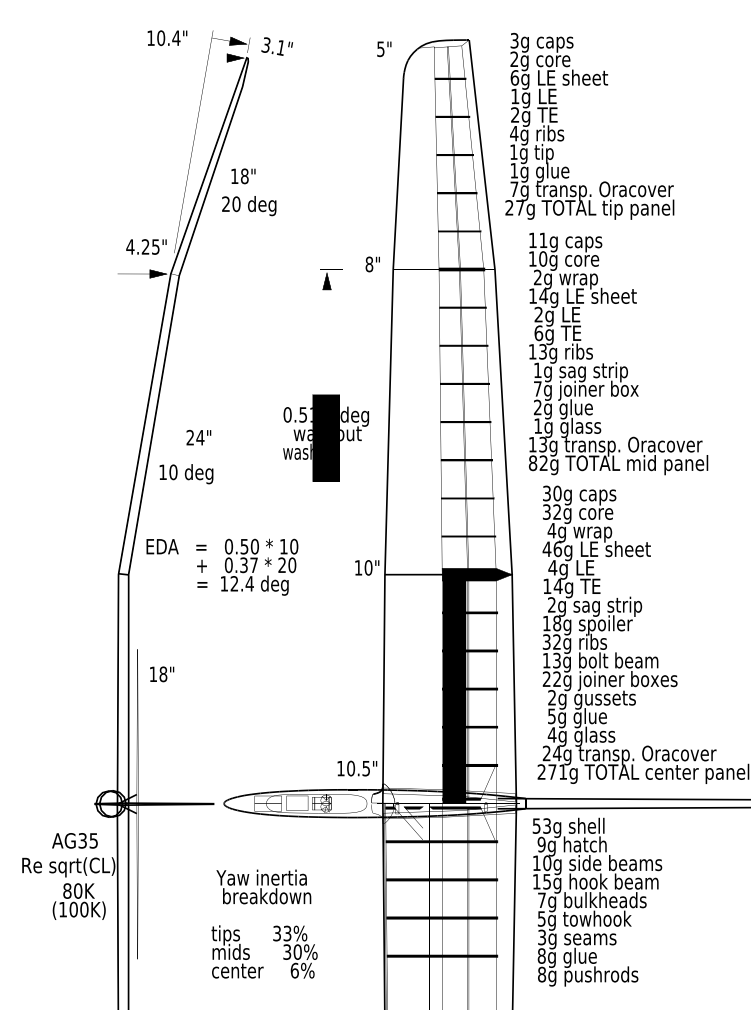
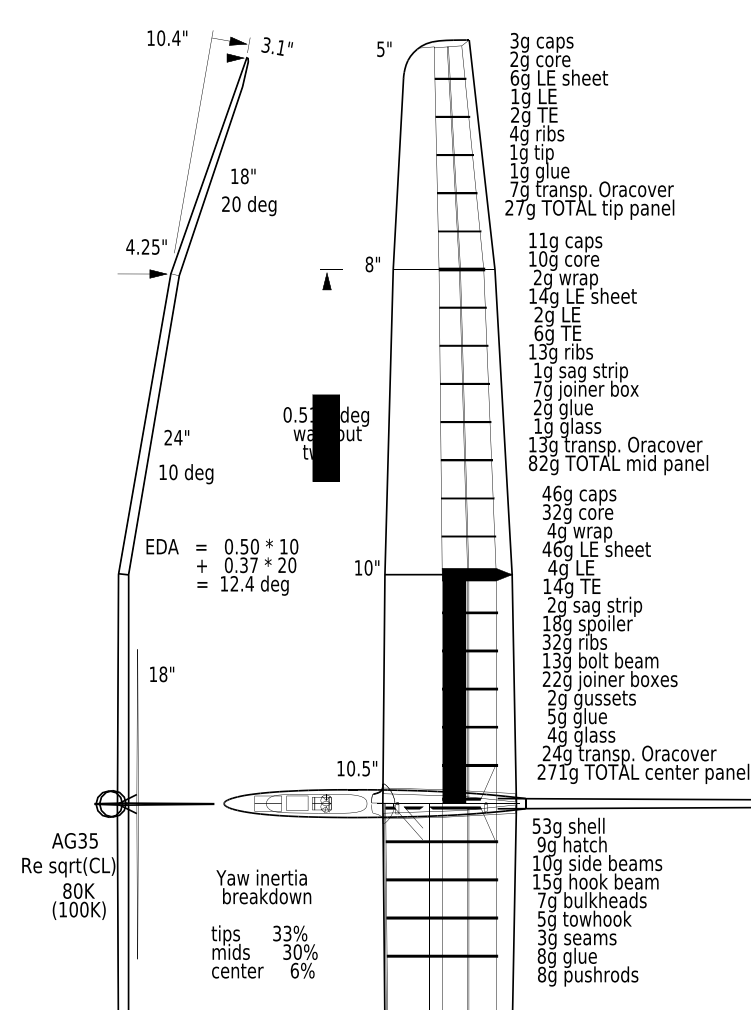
text at (198, 437) position: (198, 437) -> (176, 437)
text at (297, 451): washout -> twist
text at (551, 493): 30g -> 46g
